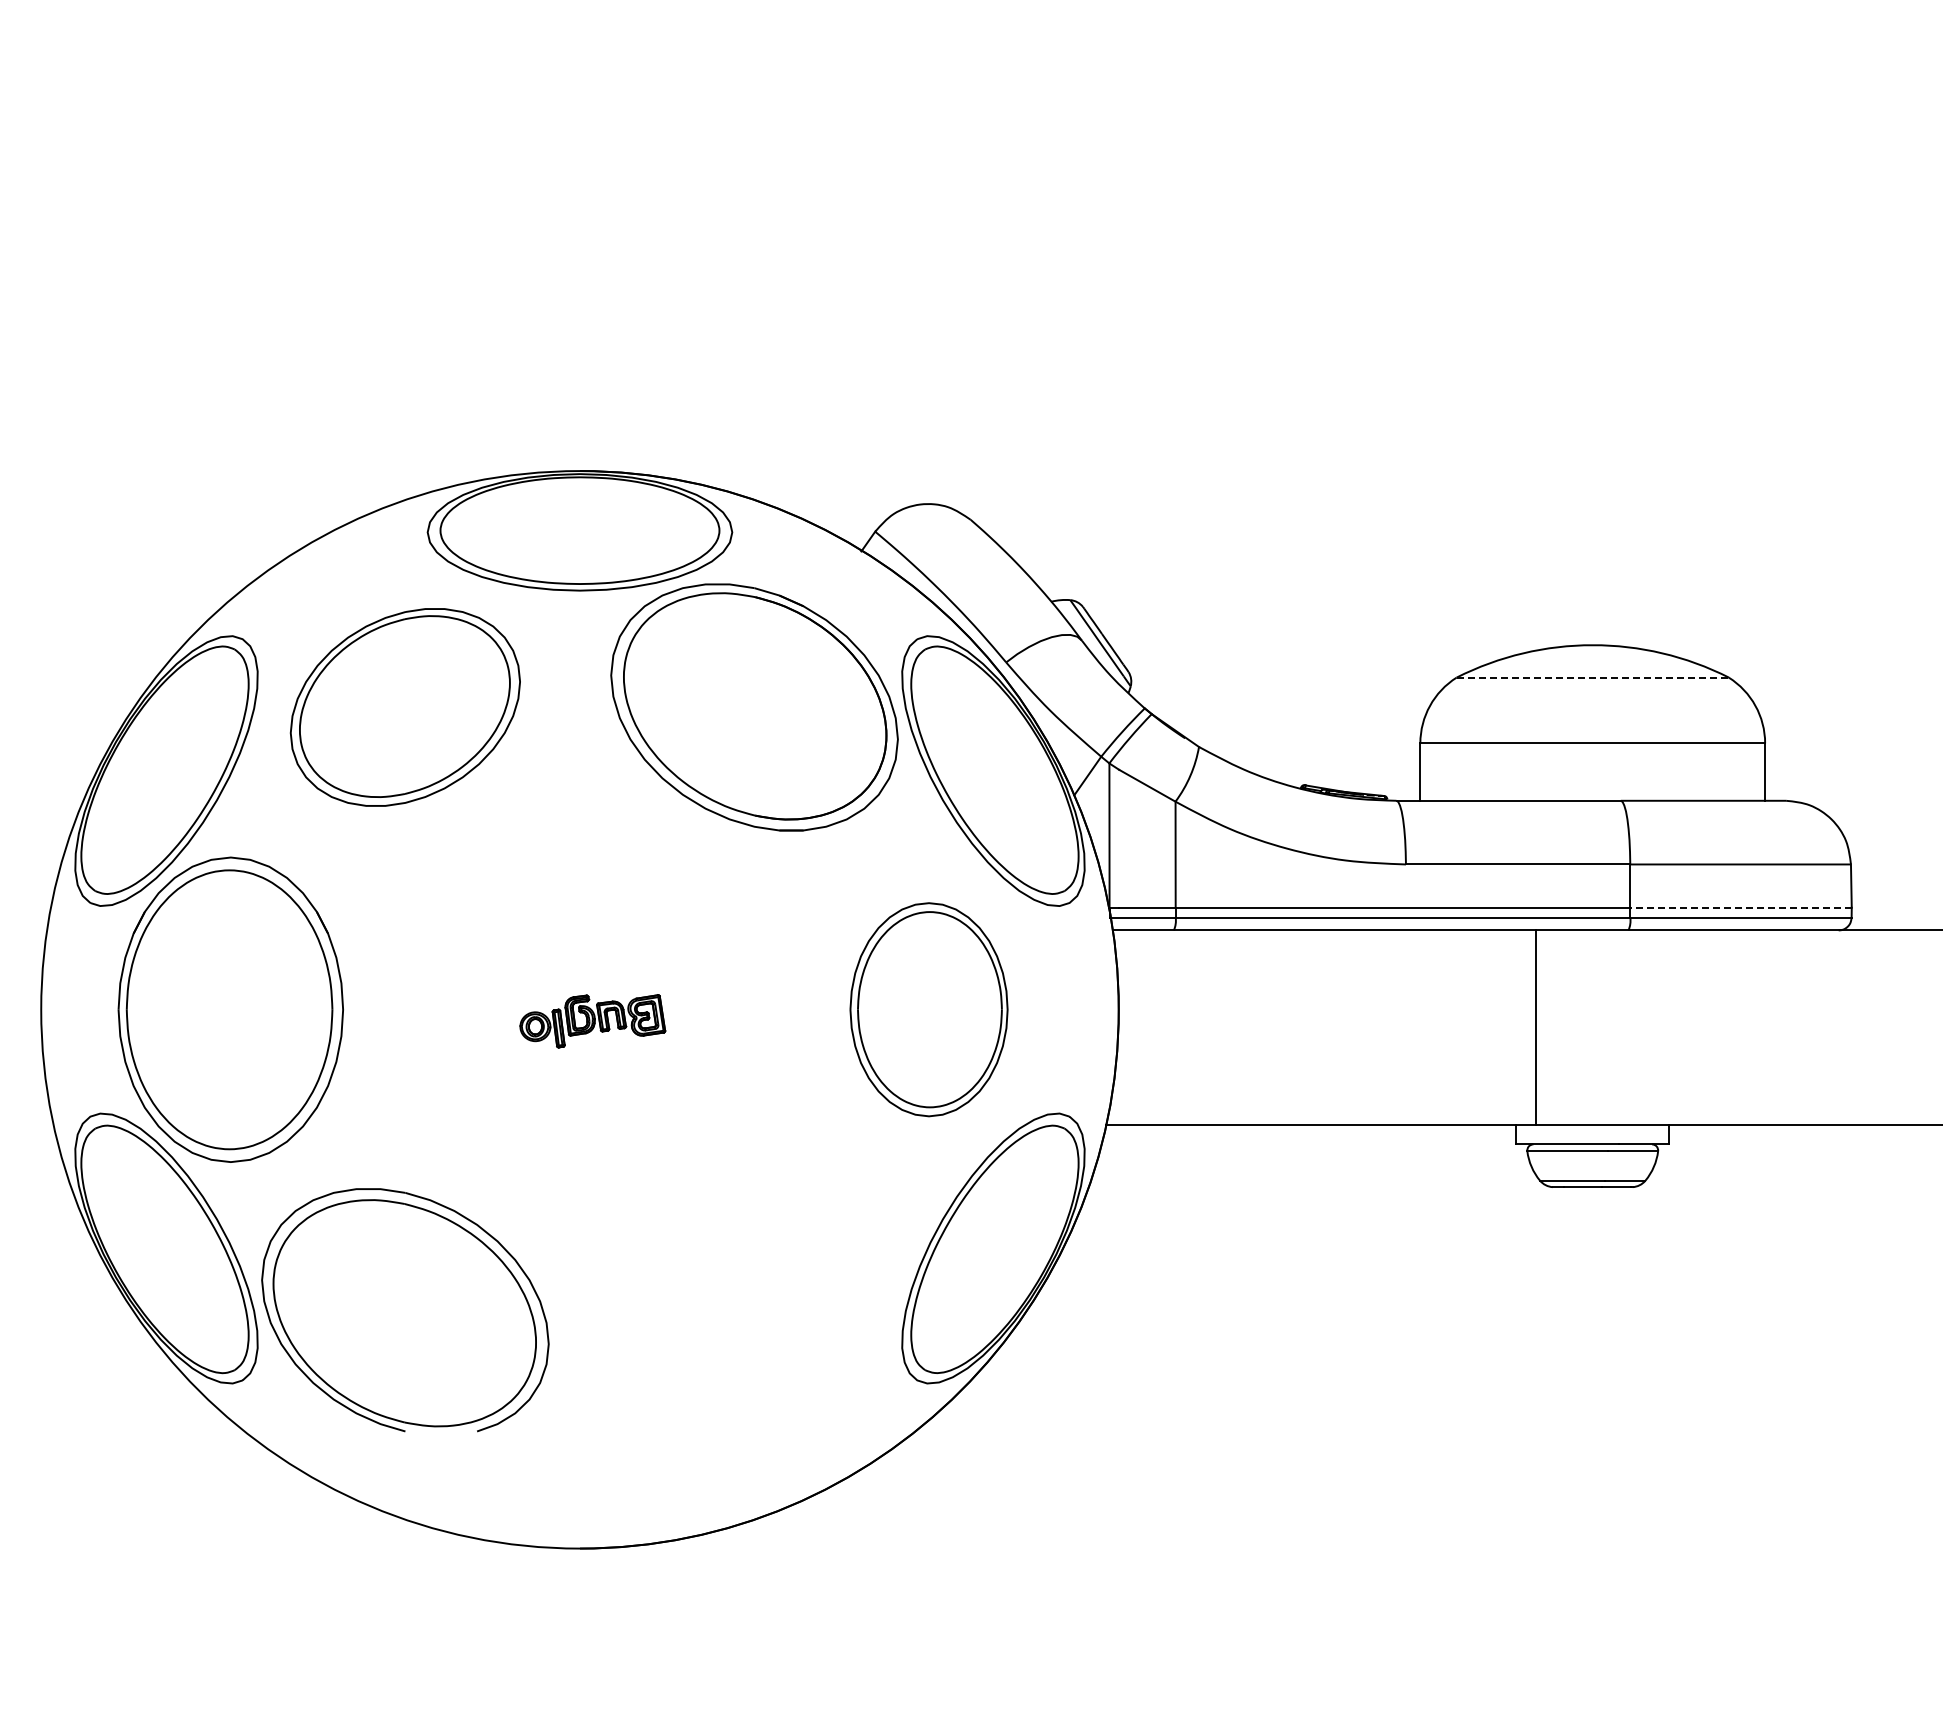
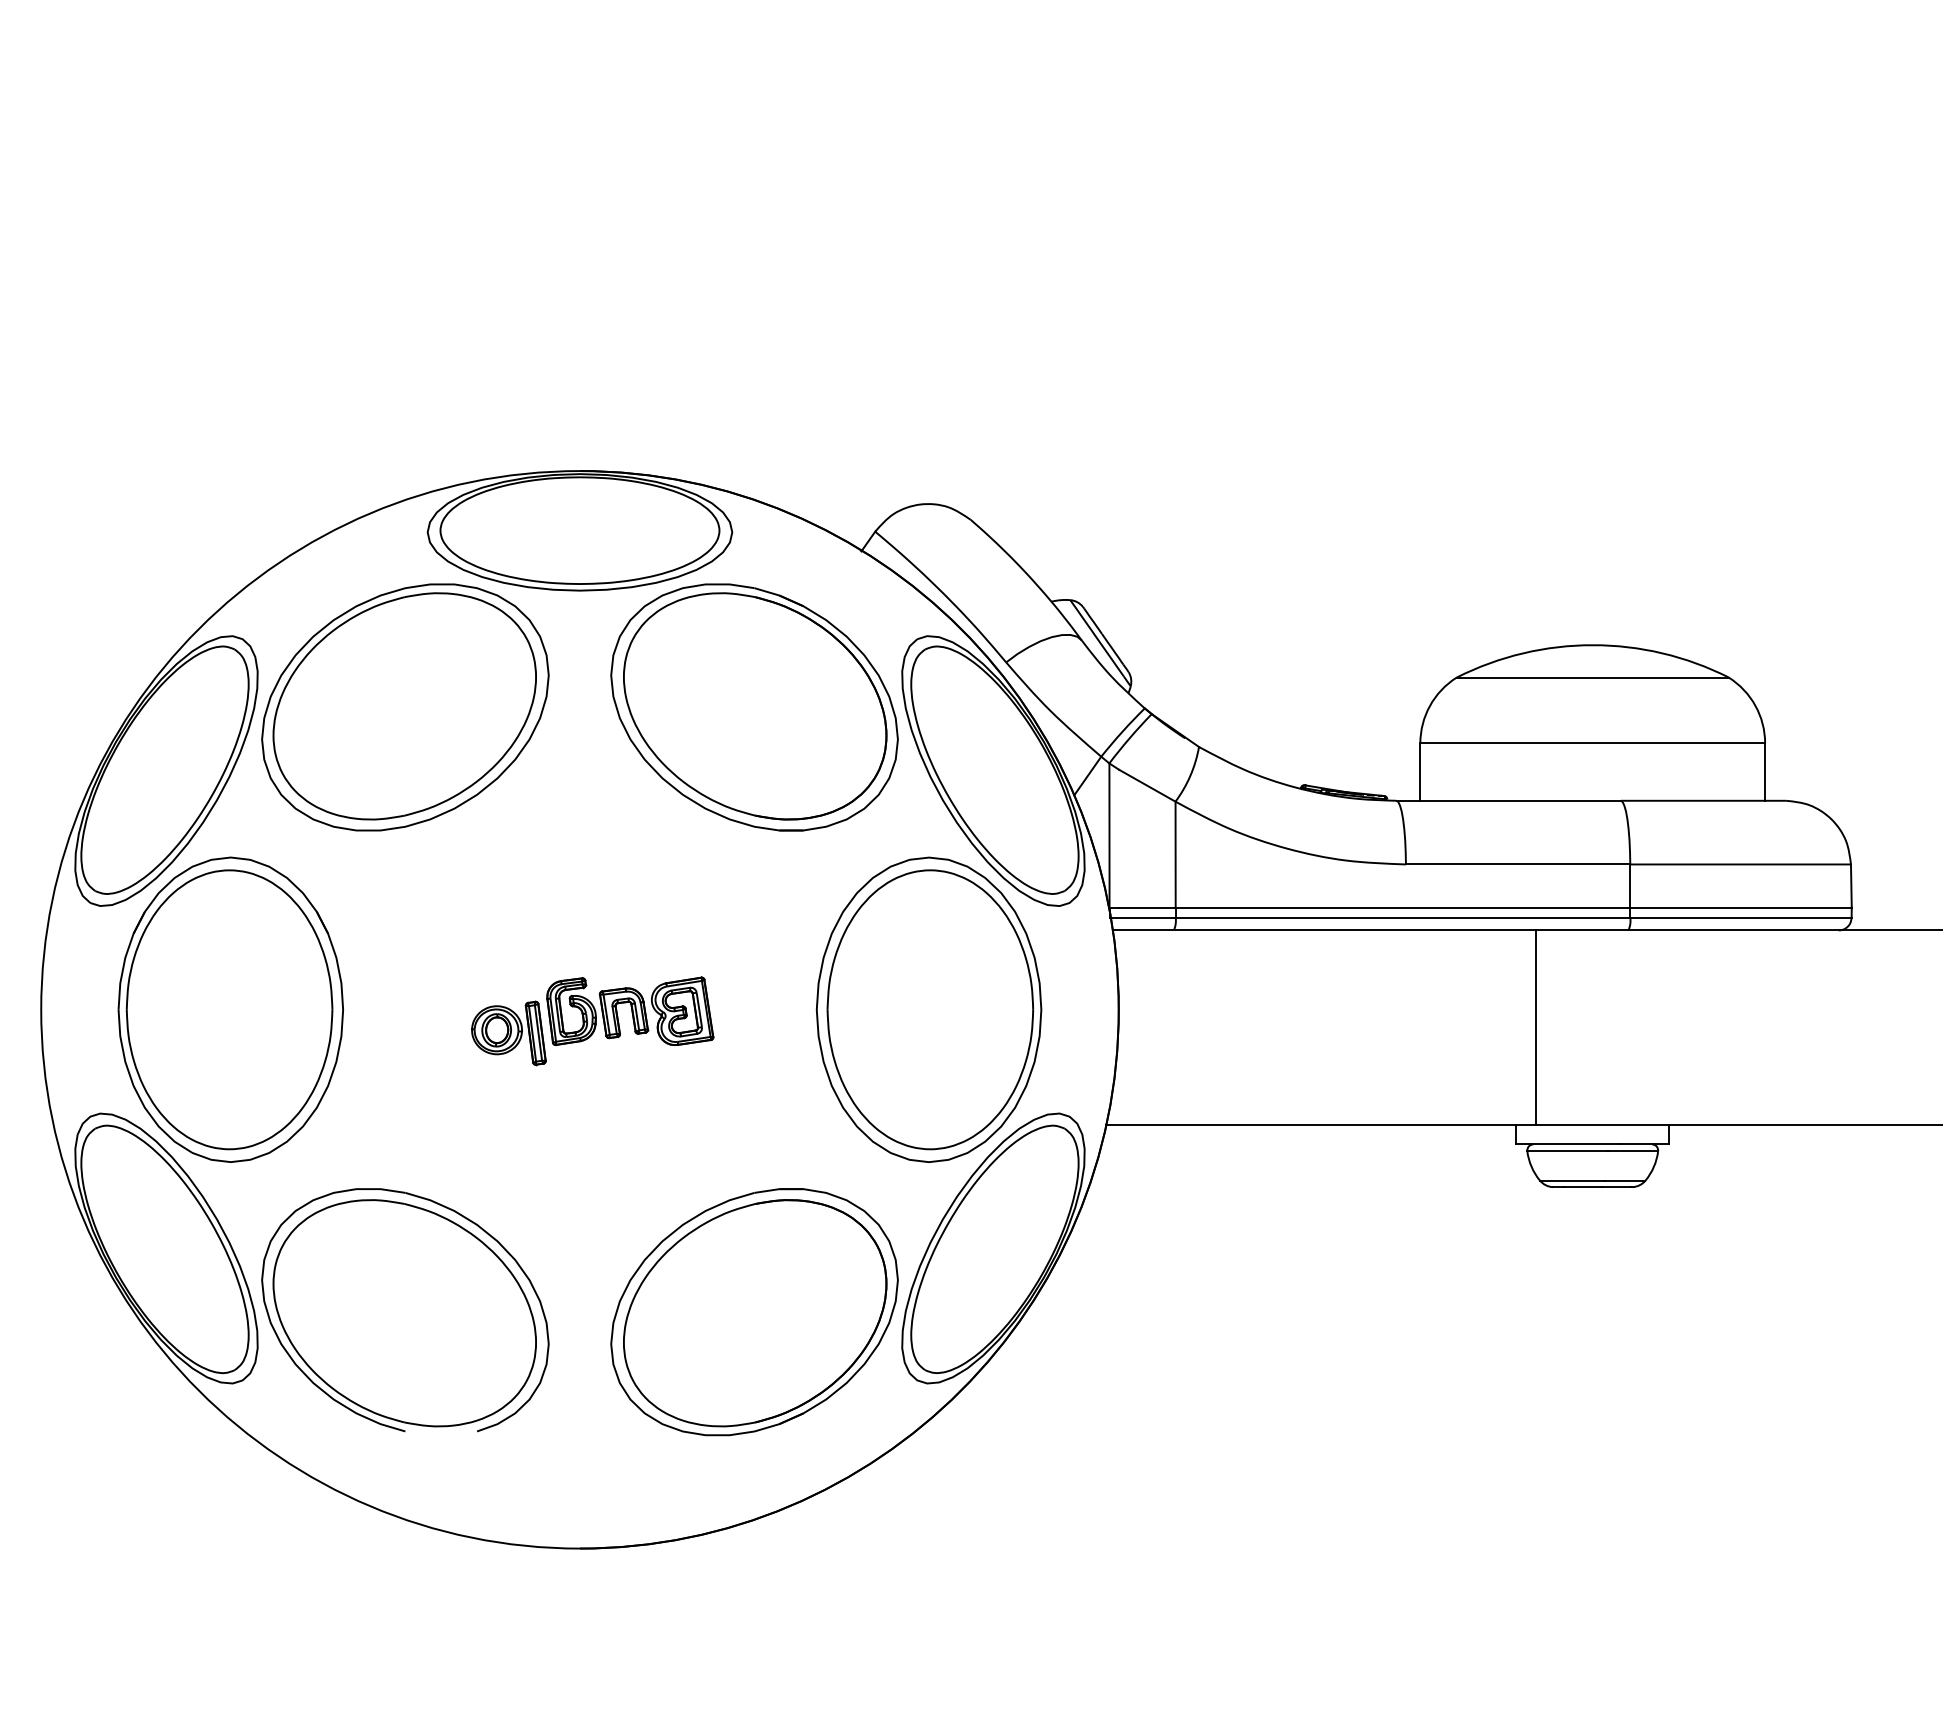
line at (1593, 677): dashed -> solid
part at (404, 707) size: 232x199 px -> 289x249 px
line at (1741, 907): dashed -> solid
part at (928, 1009) size: 160x216 px -> 228x307 px
part at (592, 1021) size: 148x55 px -> 244x91 px
part at (754, 1312): none -> present
